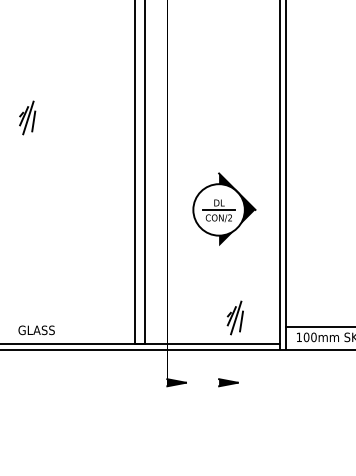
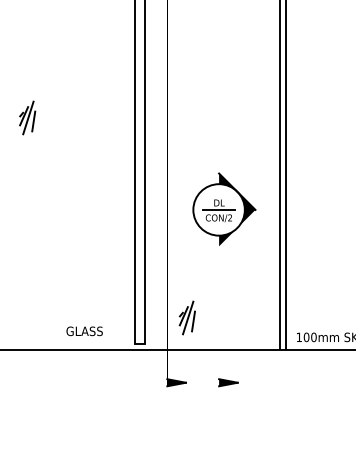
part at (234, 317) position: (234, 317) -> (186, 317)
line at (319, 326): present -> none
text at (36, 330) position: (36, 330) -> (84, 331)
line at (140, 344): present -> none
